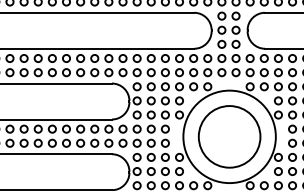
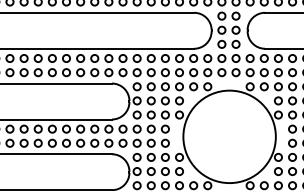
circle at (229, 136): present -> none
